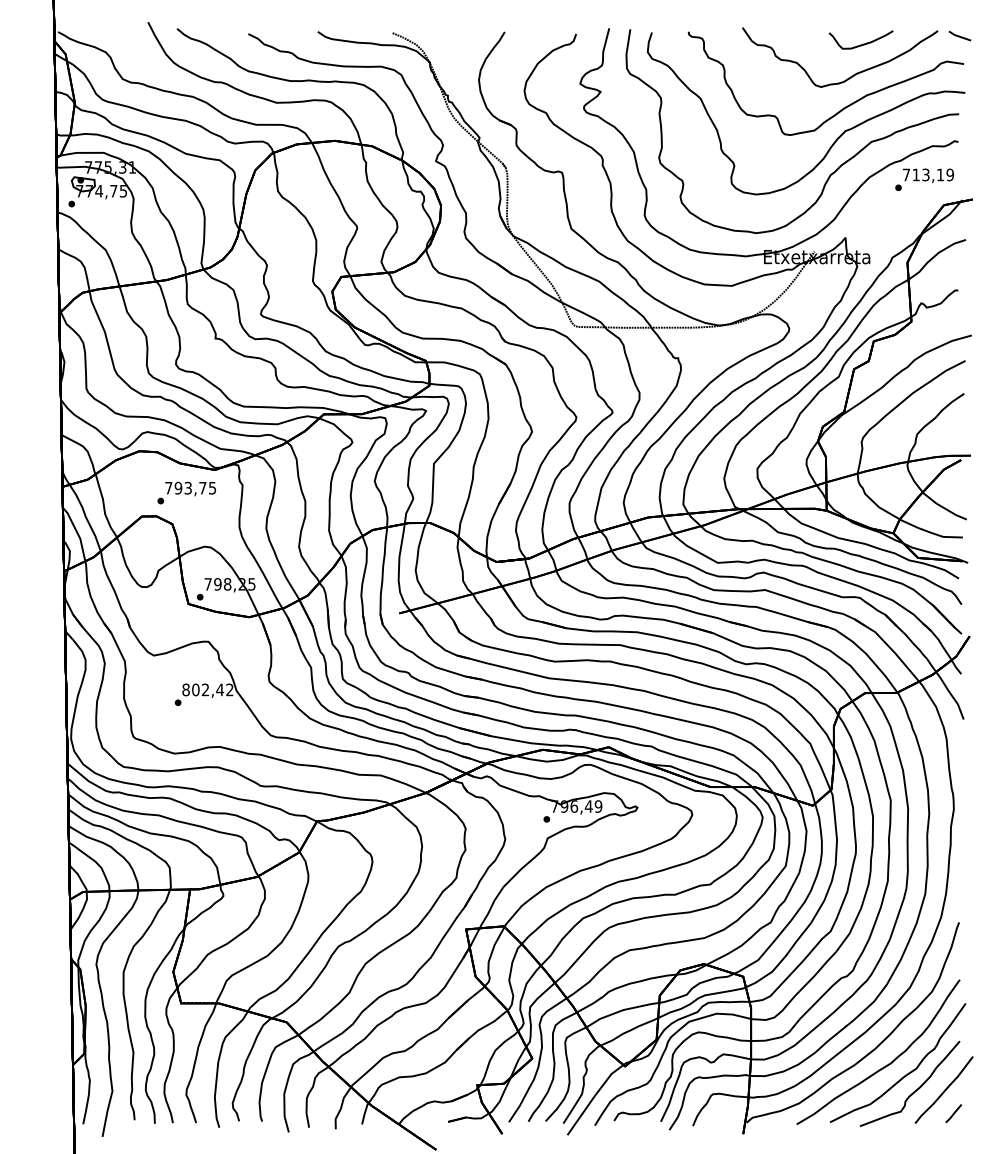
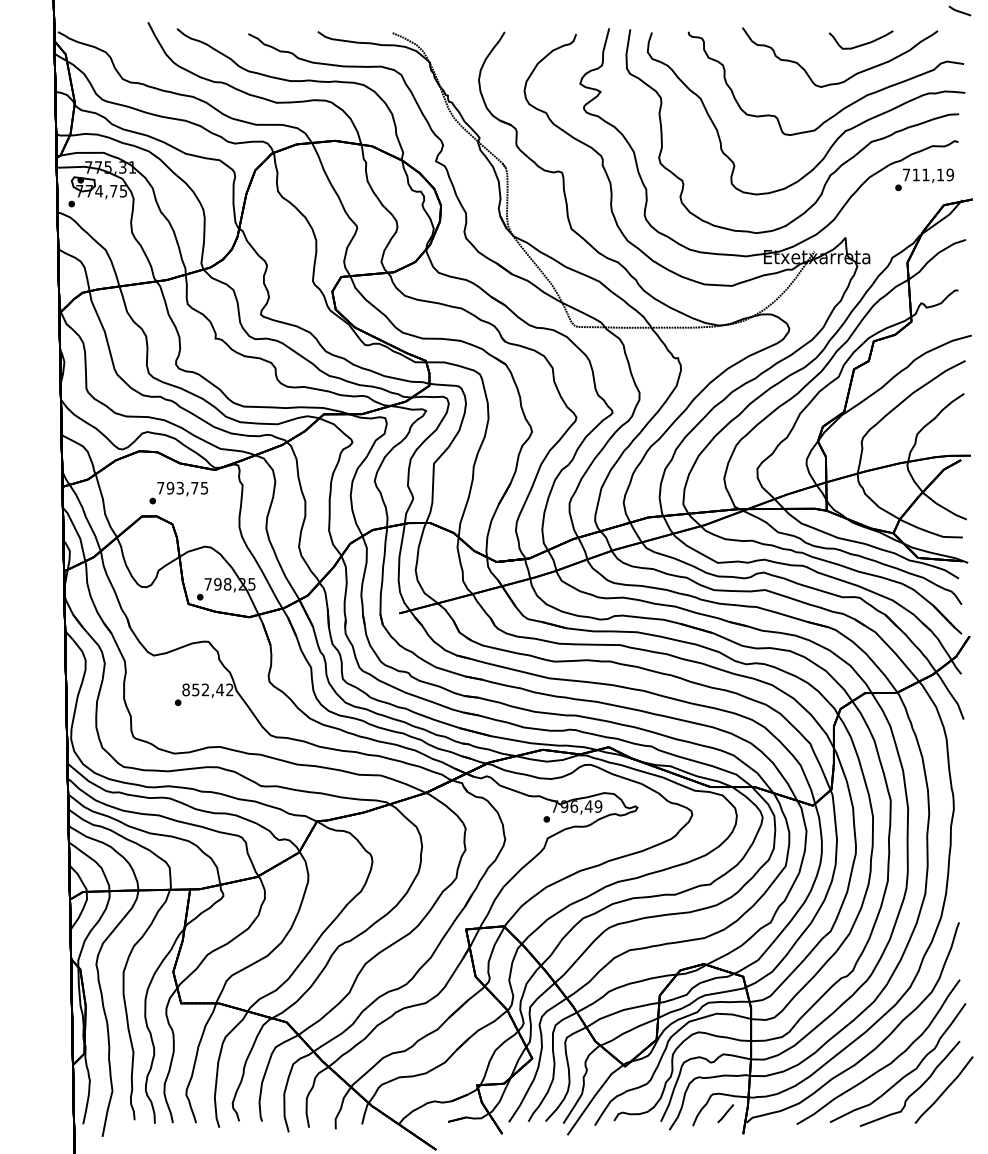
line at (959, 35) position: (959, 35) -> (959, 10)
text at (925, 174): 713,19 -> 711,19
text at (186, 492) position: (186, 492) -> (178, 492)
text at (195, 689): 802,42 -> 852,42
line at (953, 1113) position: (953, 1113) -> (725, 1113)
